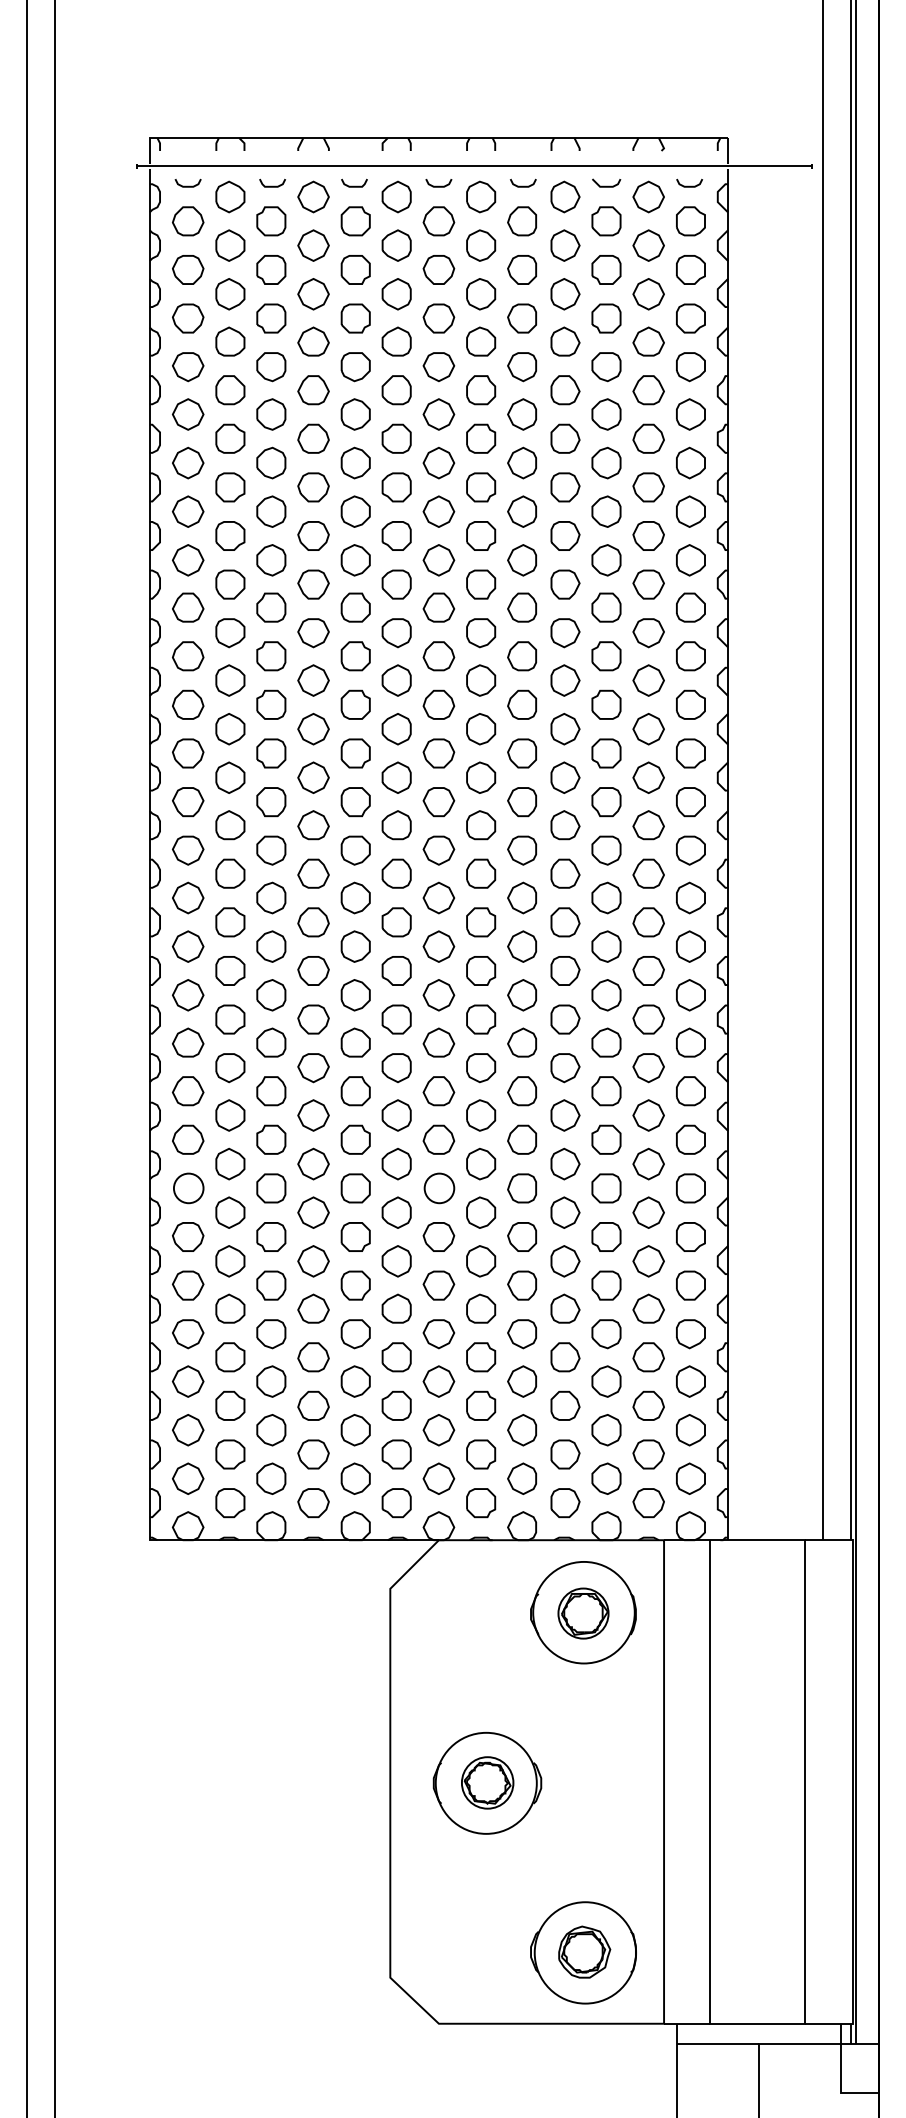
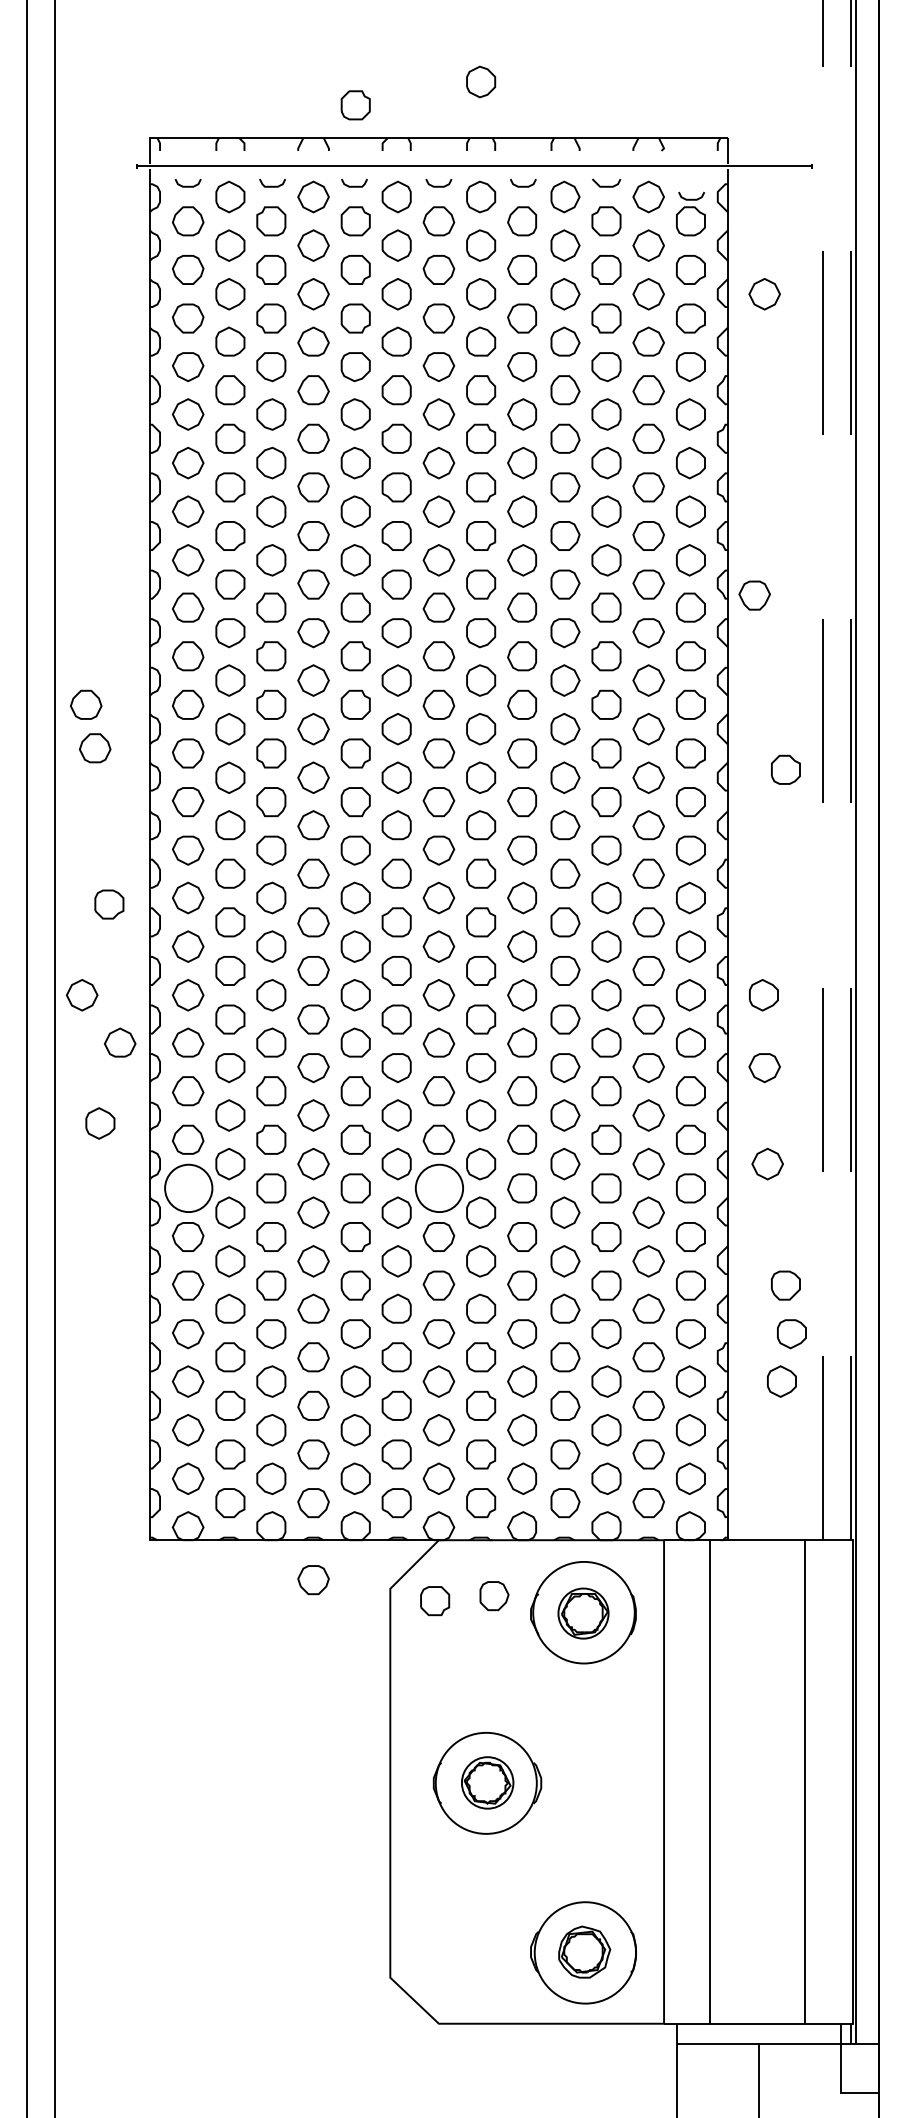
part at (481, 81): none -> present
part at (355, 105): none -> present
curve at (689, 185) position: (689, 185) -> (691, 198)
part at (764, 294): none -> present
part at (754, 595): none -> present
part at (86, 704): none -> present
part at (95, 748): none -> present
part at (785, 769): none -> present
line at (822, 770): solid -> dashed
line at (850, 770): solid -> dashed
part at (109, 904): none -> present
part at (82, 995): none -> present
part at (763, 995): none -> present
part at (120, 1042): none -> present
part at (764, 1068): none -> present
part at (100, 1123): none -> present
part at (767, 1163): none -> present
circle at (188, 1188) diameter: 30 px -> 47 px
circle at (439, 1188) diameter: 30 px -> 47 px
part at (785, 1285): none -> present
part at (791, 1334): none -> present
part at (781, 1381): none -> present
part at (313, 1580): none -> present
part at (494, 1596): none -> present
part at (435, 1601): none -> present
